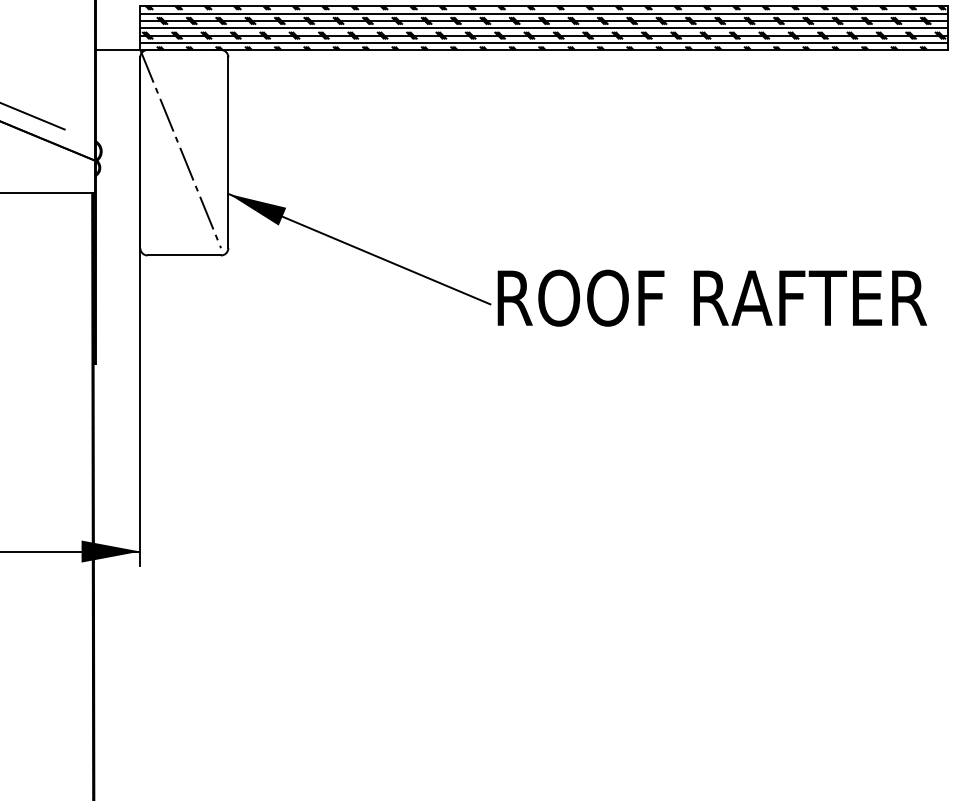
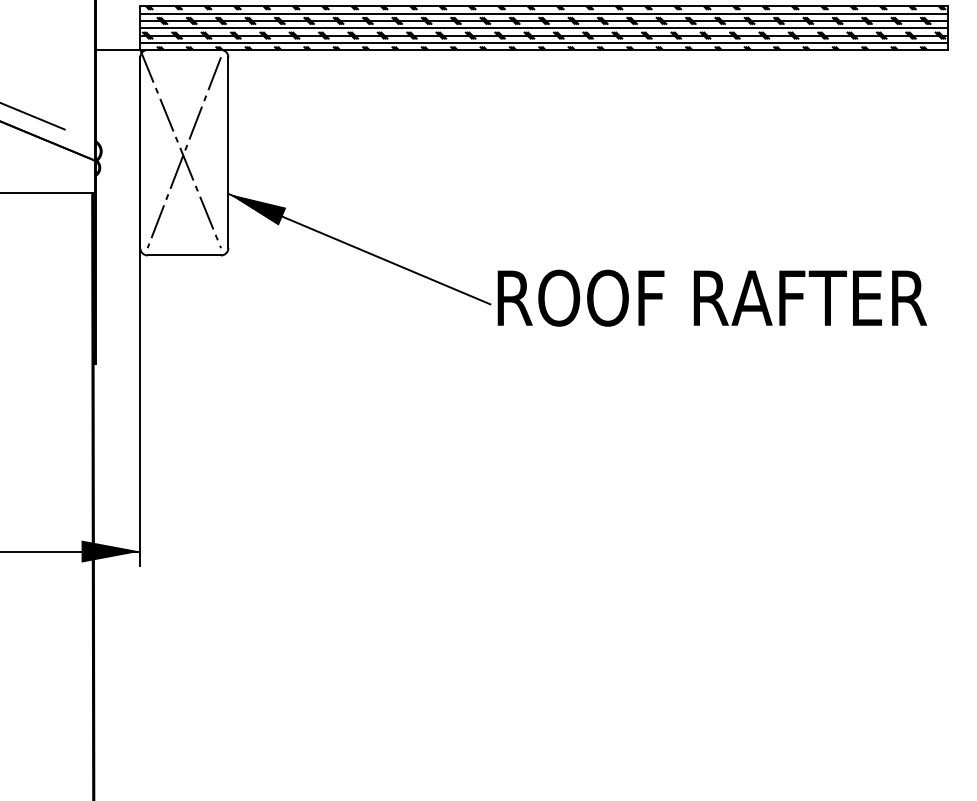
line at (184, 152): none -> present
